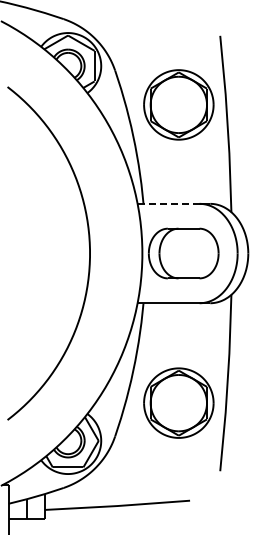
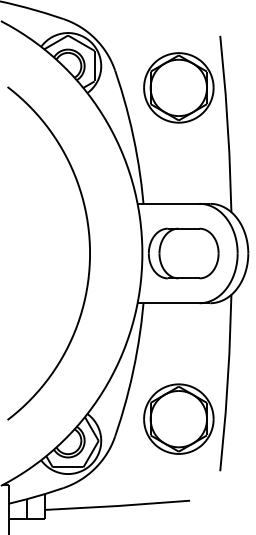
part at (178, 104) position: (178, 104) -> (178, 87)
line at (168, 203): dashed -> solid
part at (178, 402) position: (178, 402) -> (178, 418)
